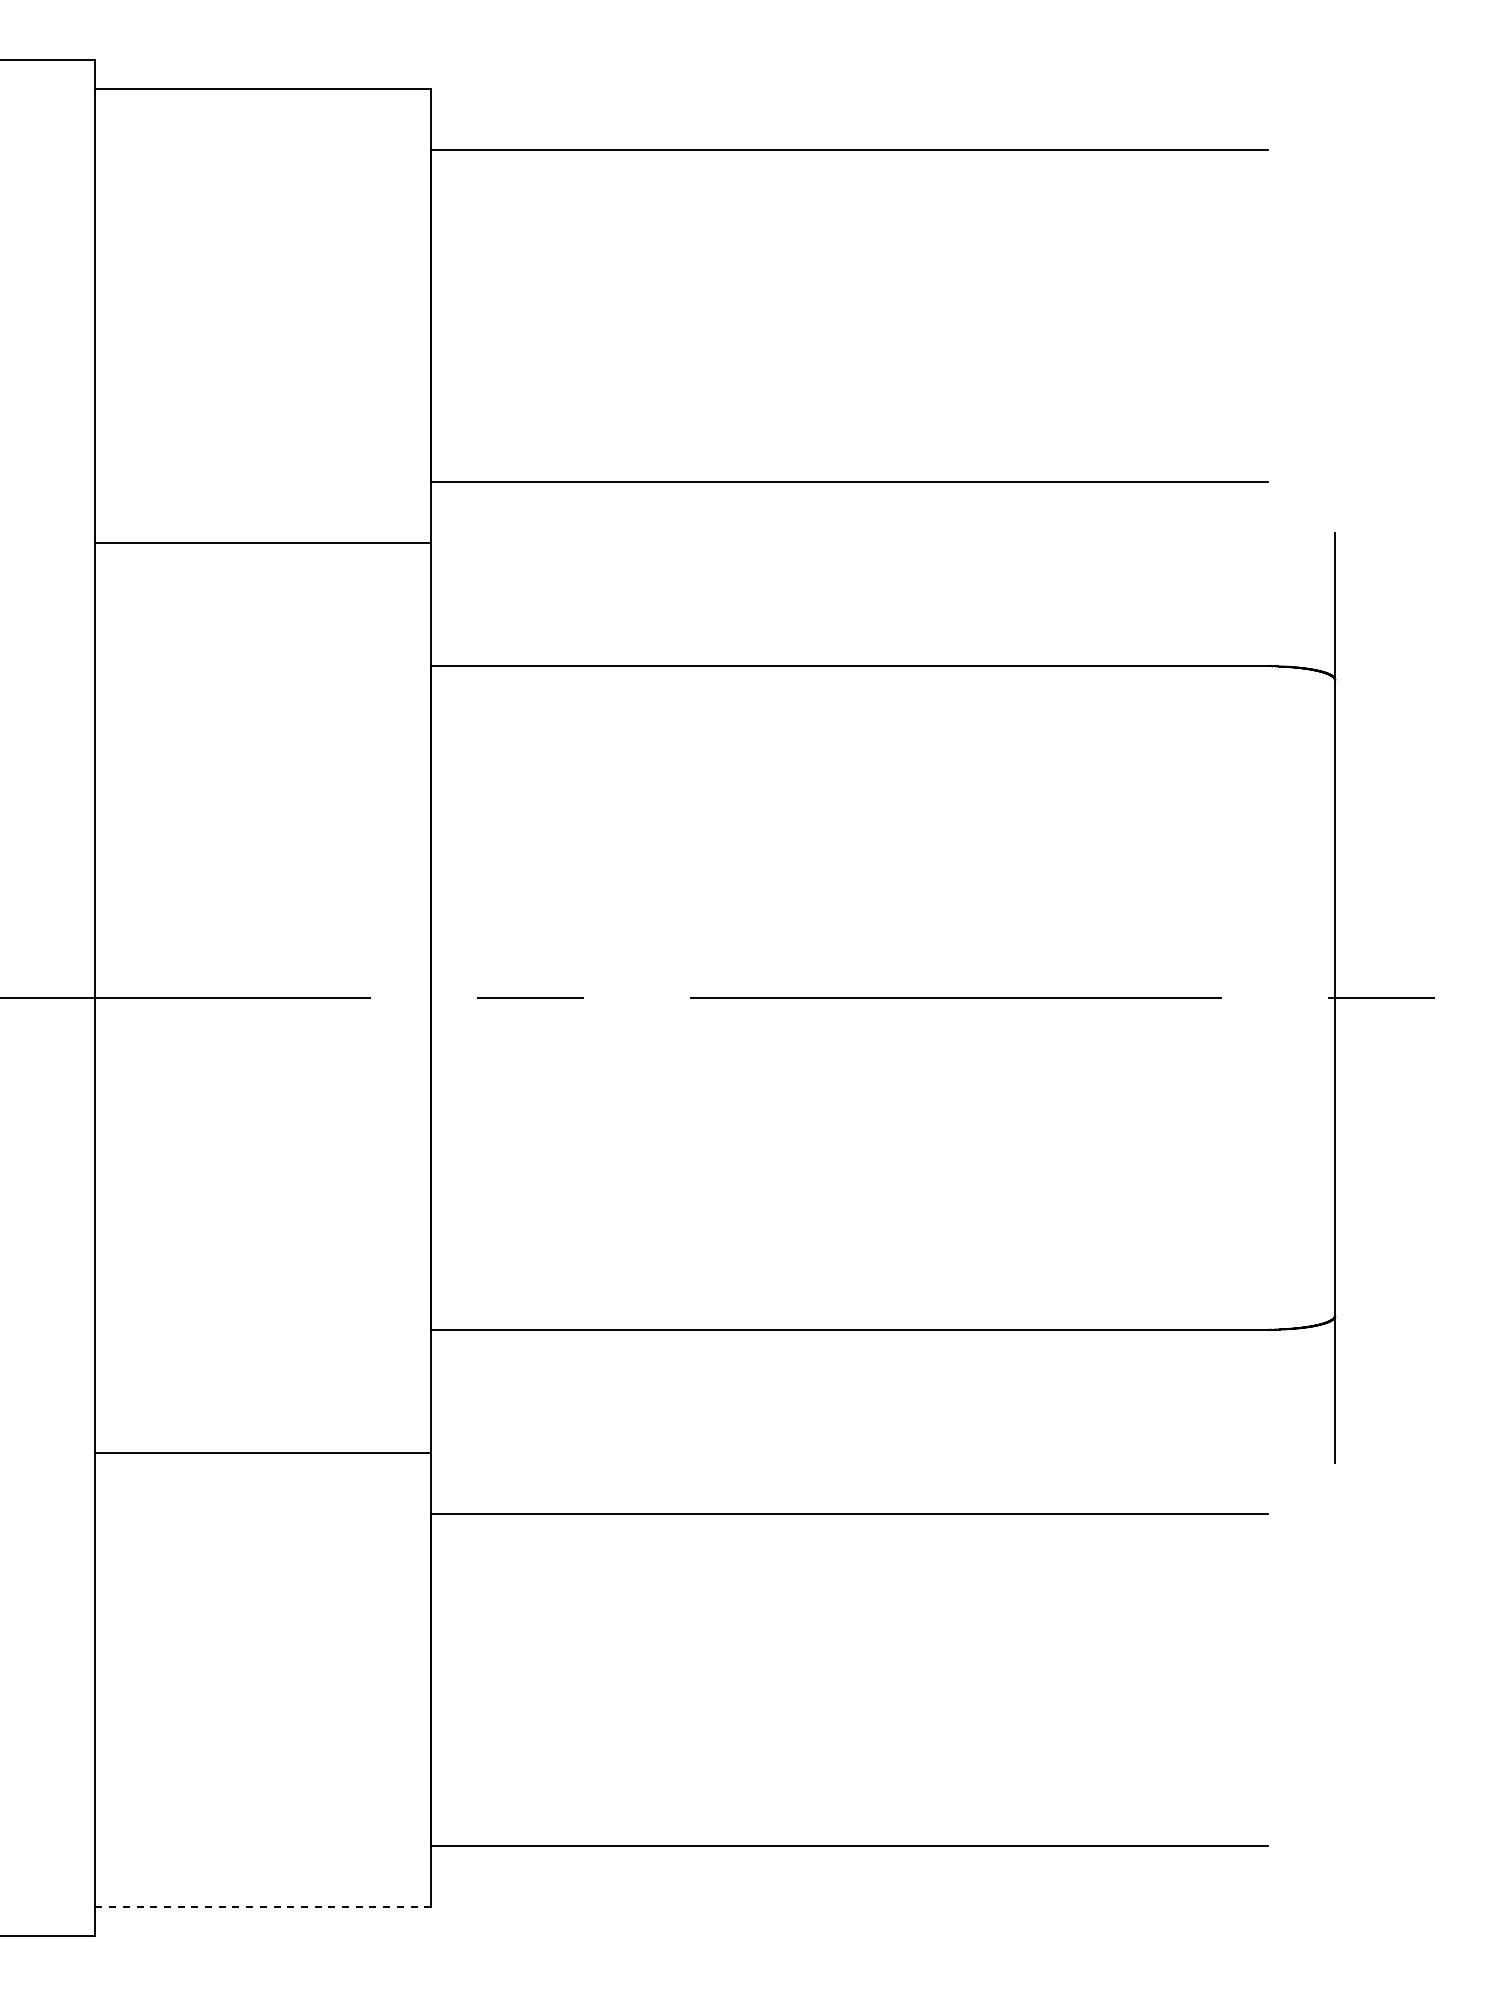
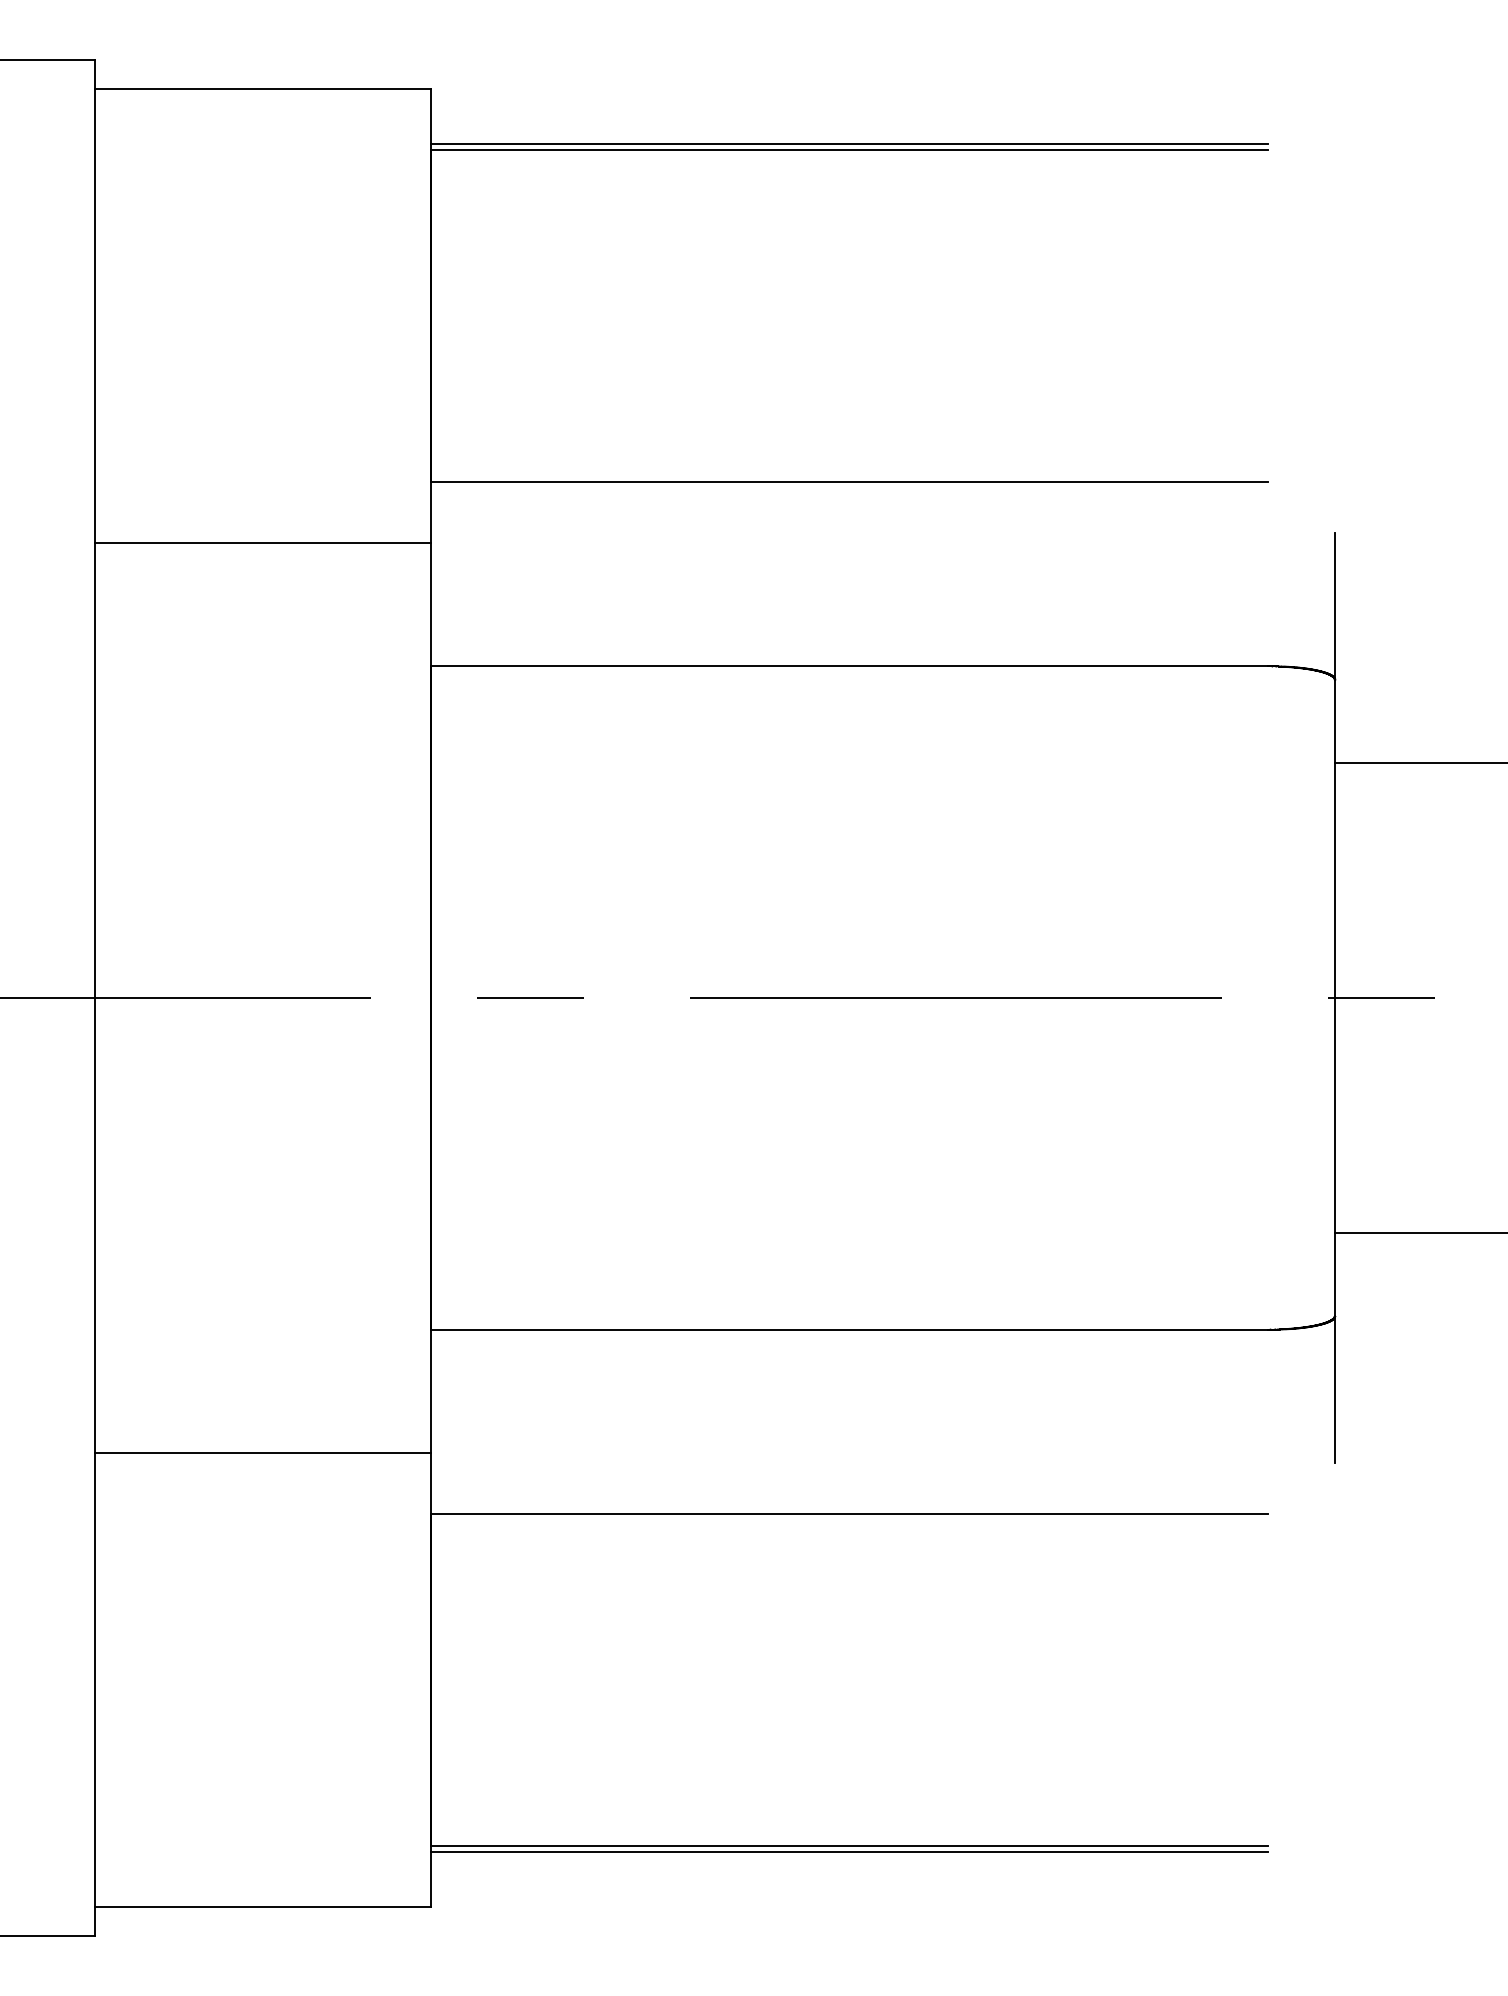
line at (849, 143): none -> present
line at (1419, 763): none -> present
line at (1419, 1232): none -> present
line at (849, 1852): none -> present
line at (262, 1907): dashed -> solid
